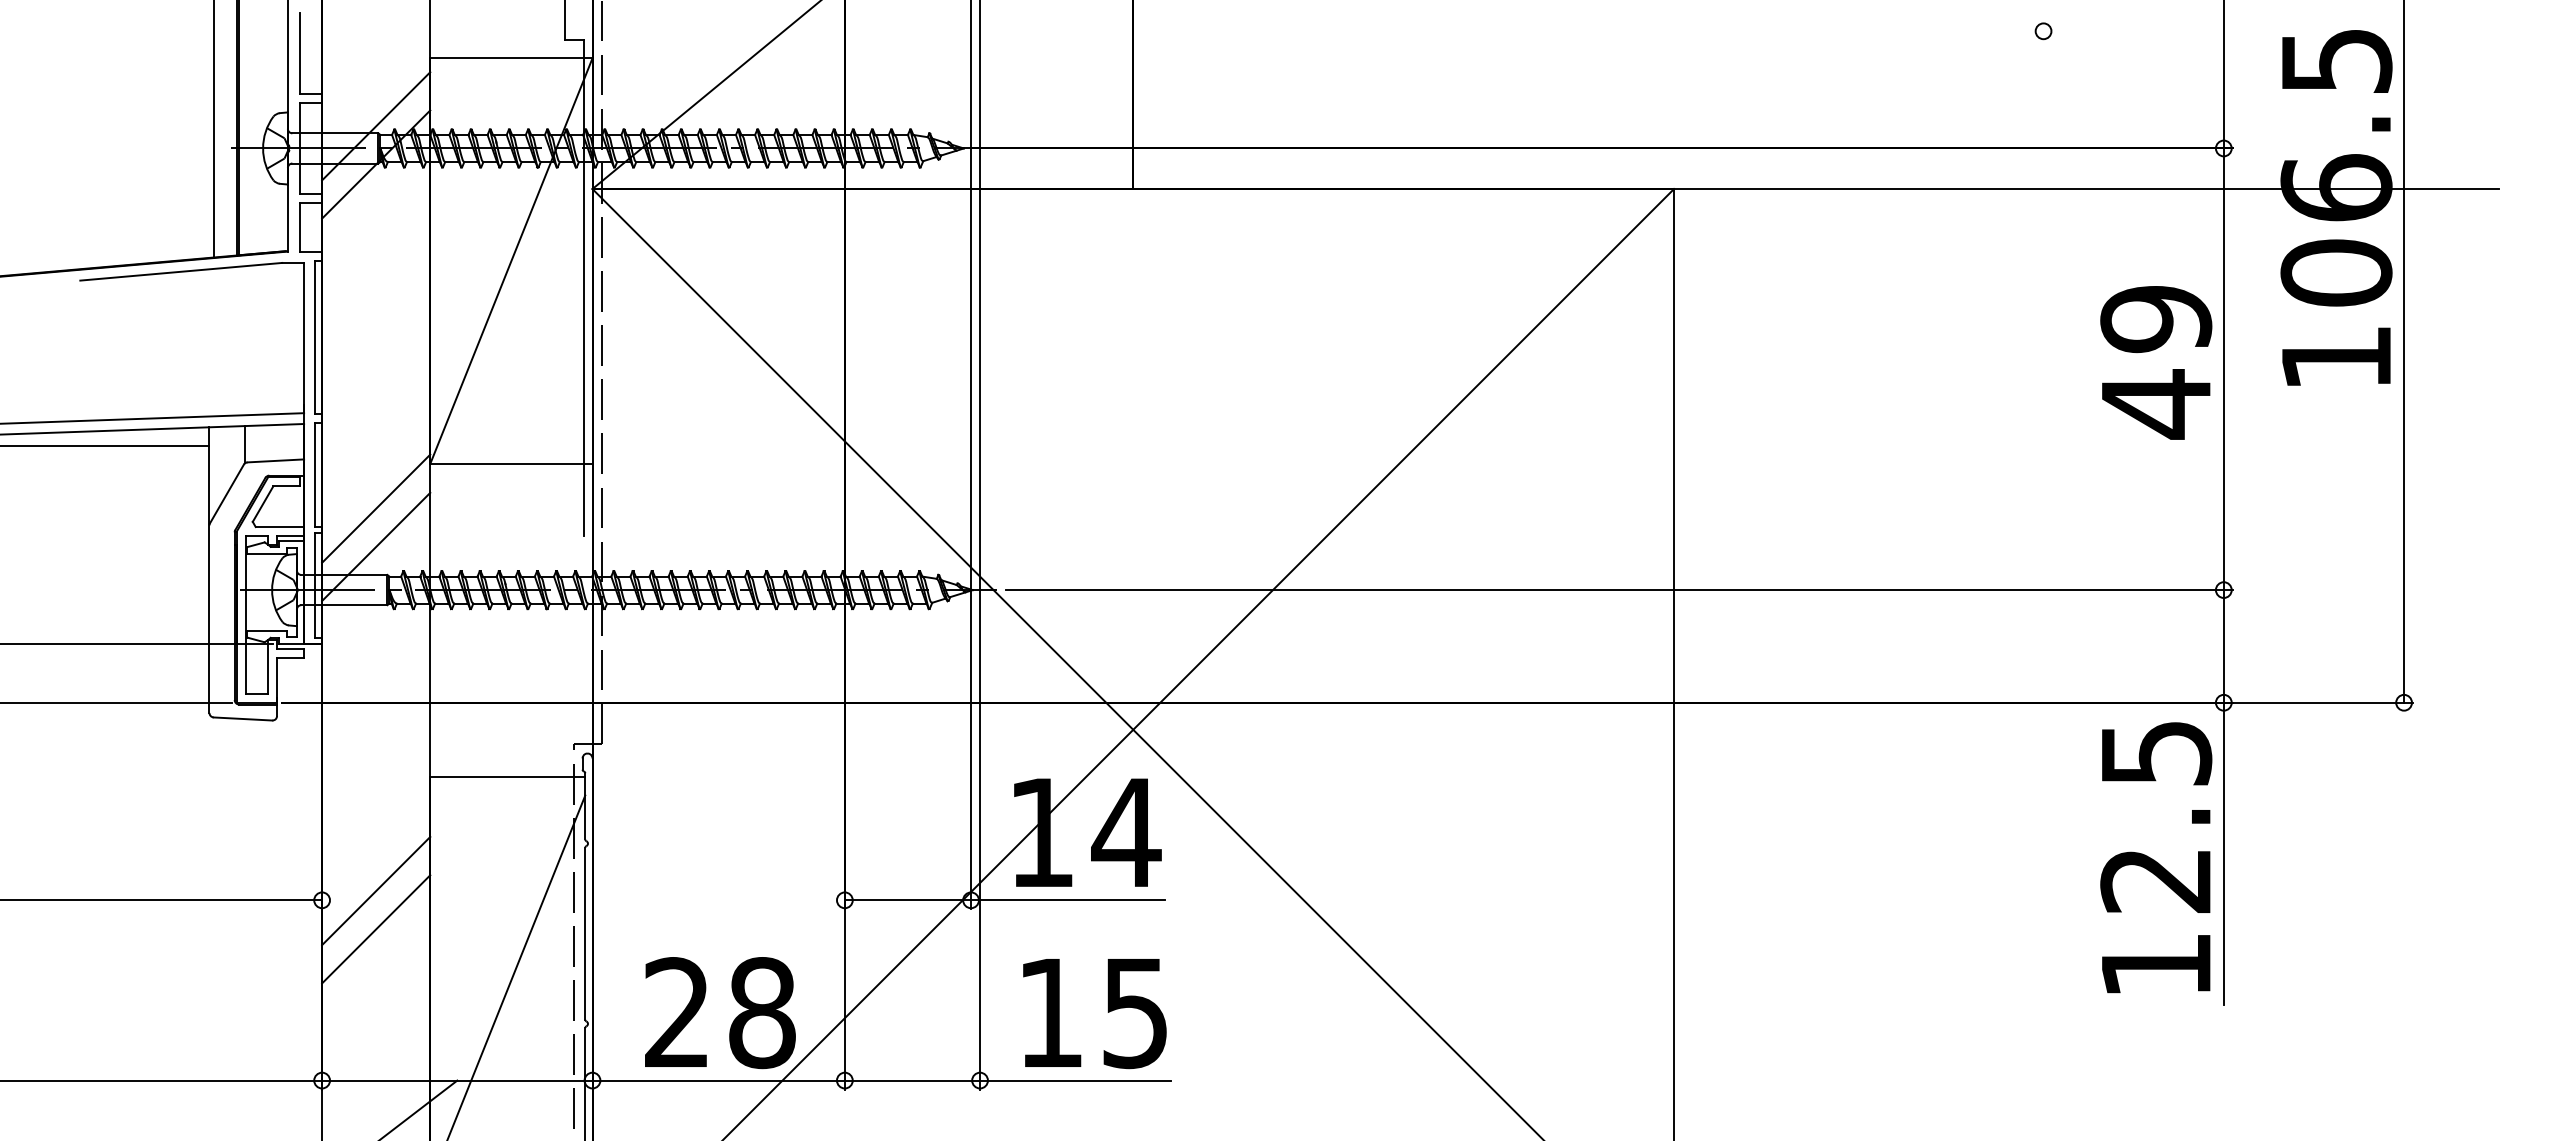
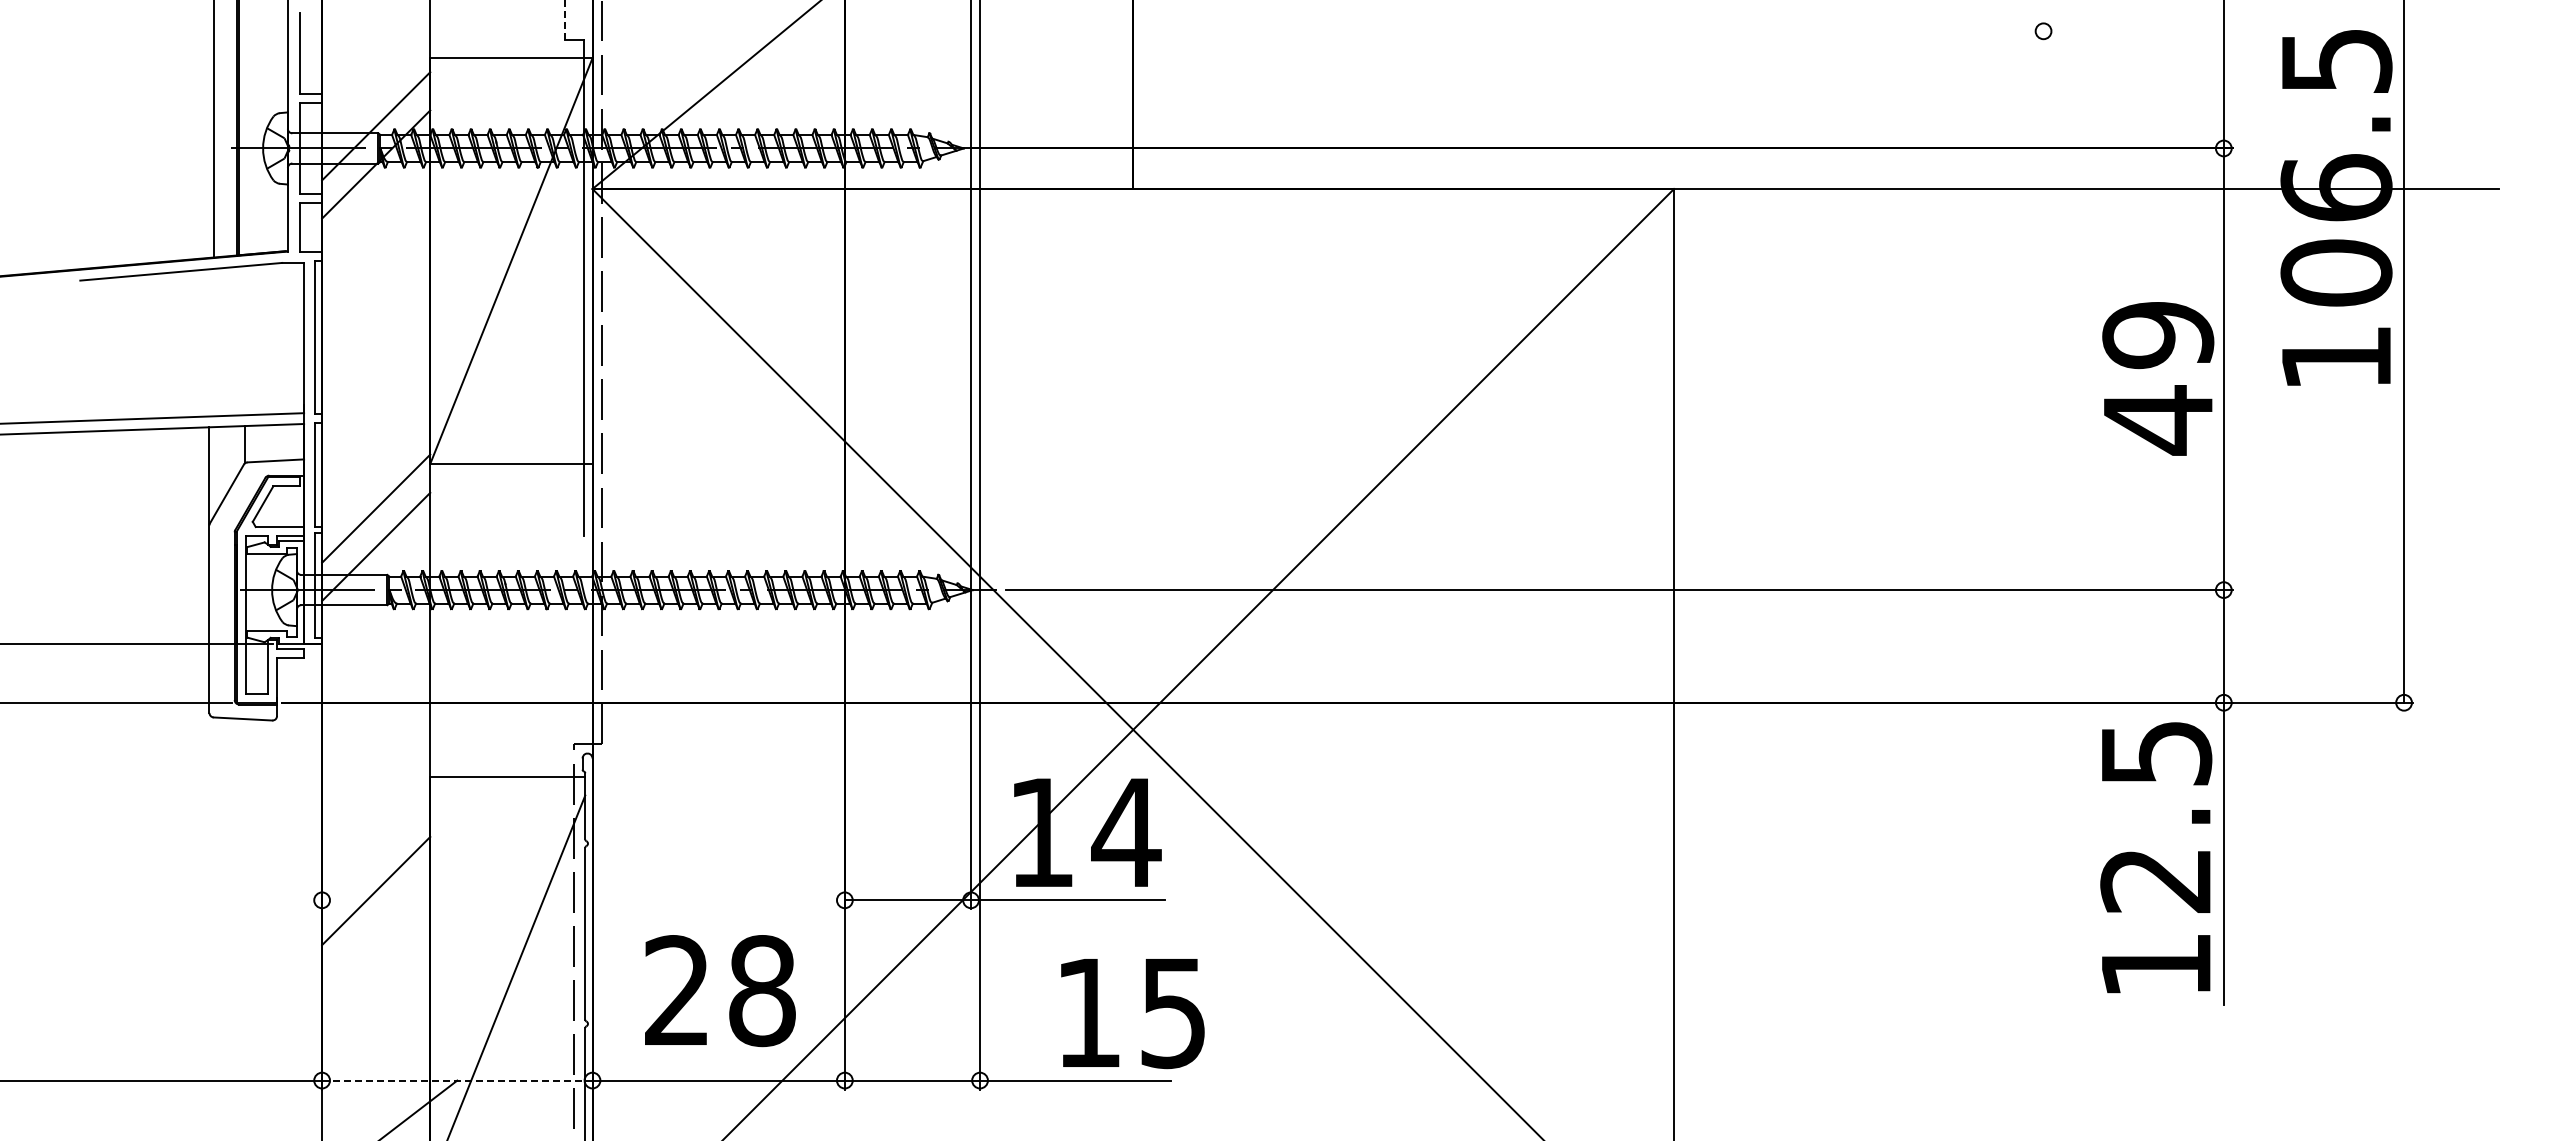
line at (565, 20): solid -> dashed
text at (2156, 362) position: (2156, 362) -> (2158, 378)
line at (105, 445): present -> none
line at (162, 900): present -> none
line at (376, 929): present -> none
text at (720, 1013) position: (720, 1013) -> (720, 991)
text at (1094, 1014) position: (1094, 1014) -> (1132, 1014)
line at (457, 1080): solid -> dashed
